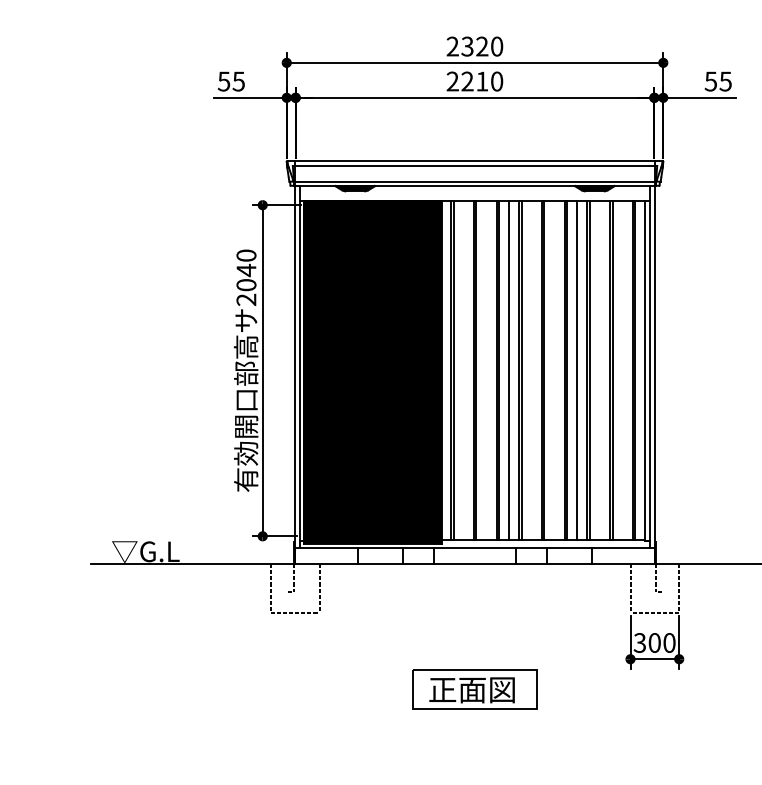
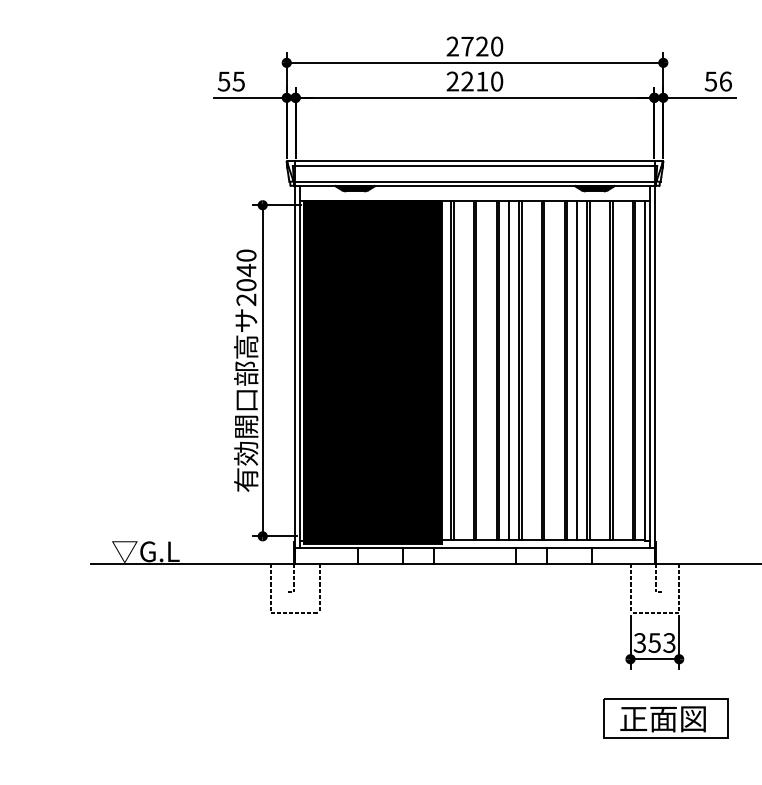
text at (467, 46): 2320 -> 2720
text at (725, 81): 55 -> 56
text at (661, 642): 300 -> 353
part at (474, 689) position: (474, 689) -> (665, 718)
